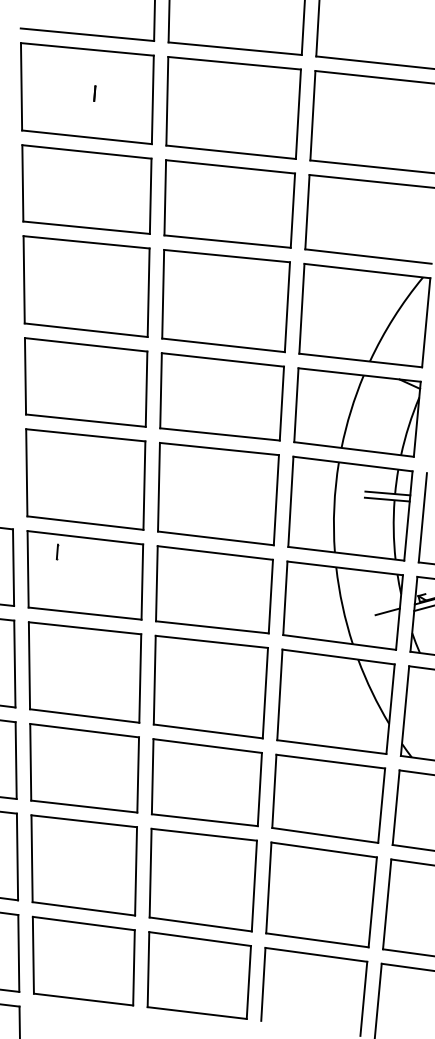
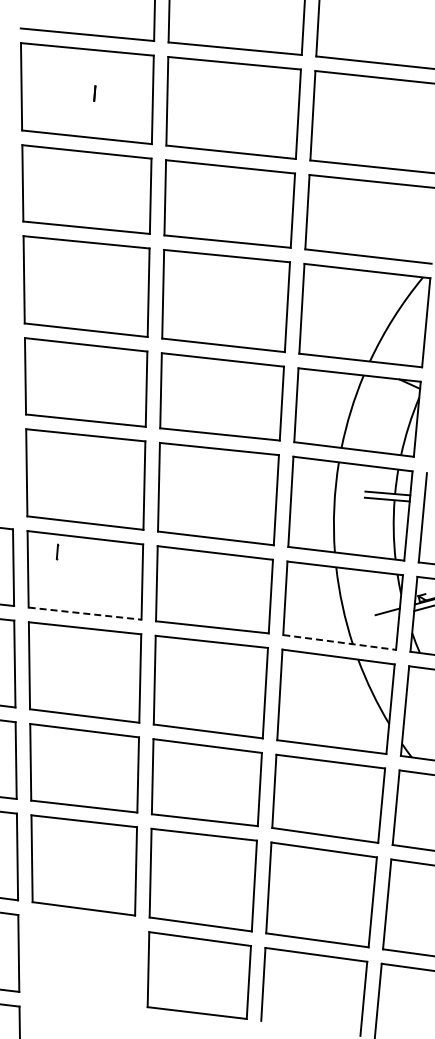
line at (85, 613): solid -> dashed
line at (339, 642): solid -> dashed
part at (83, 960): present -> none
